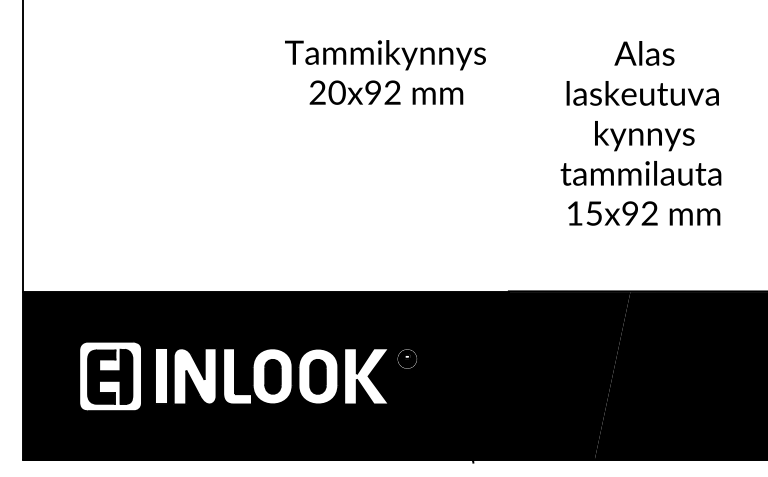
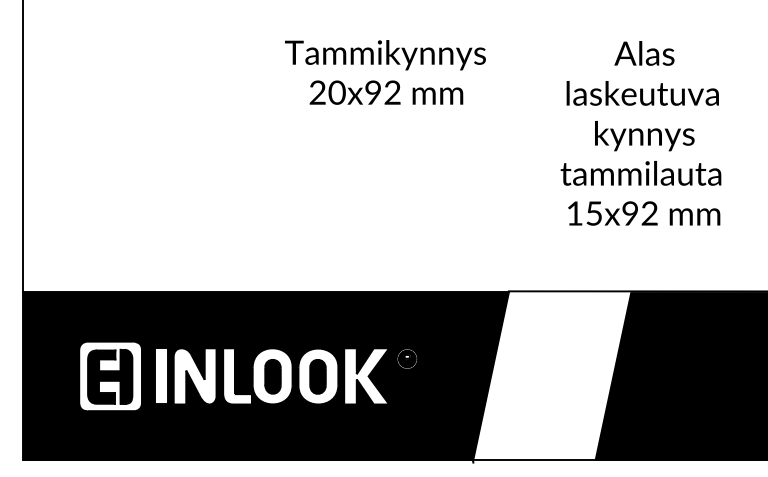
fill at (551, 376): present -> none
